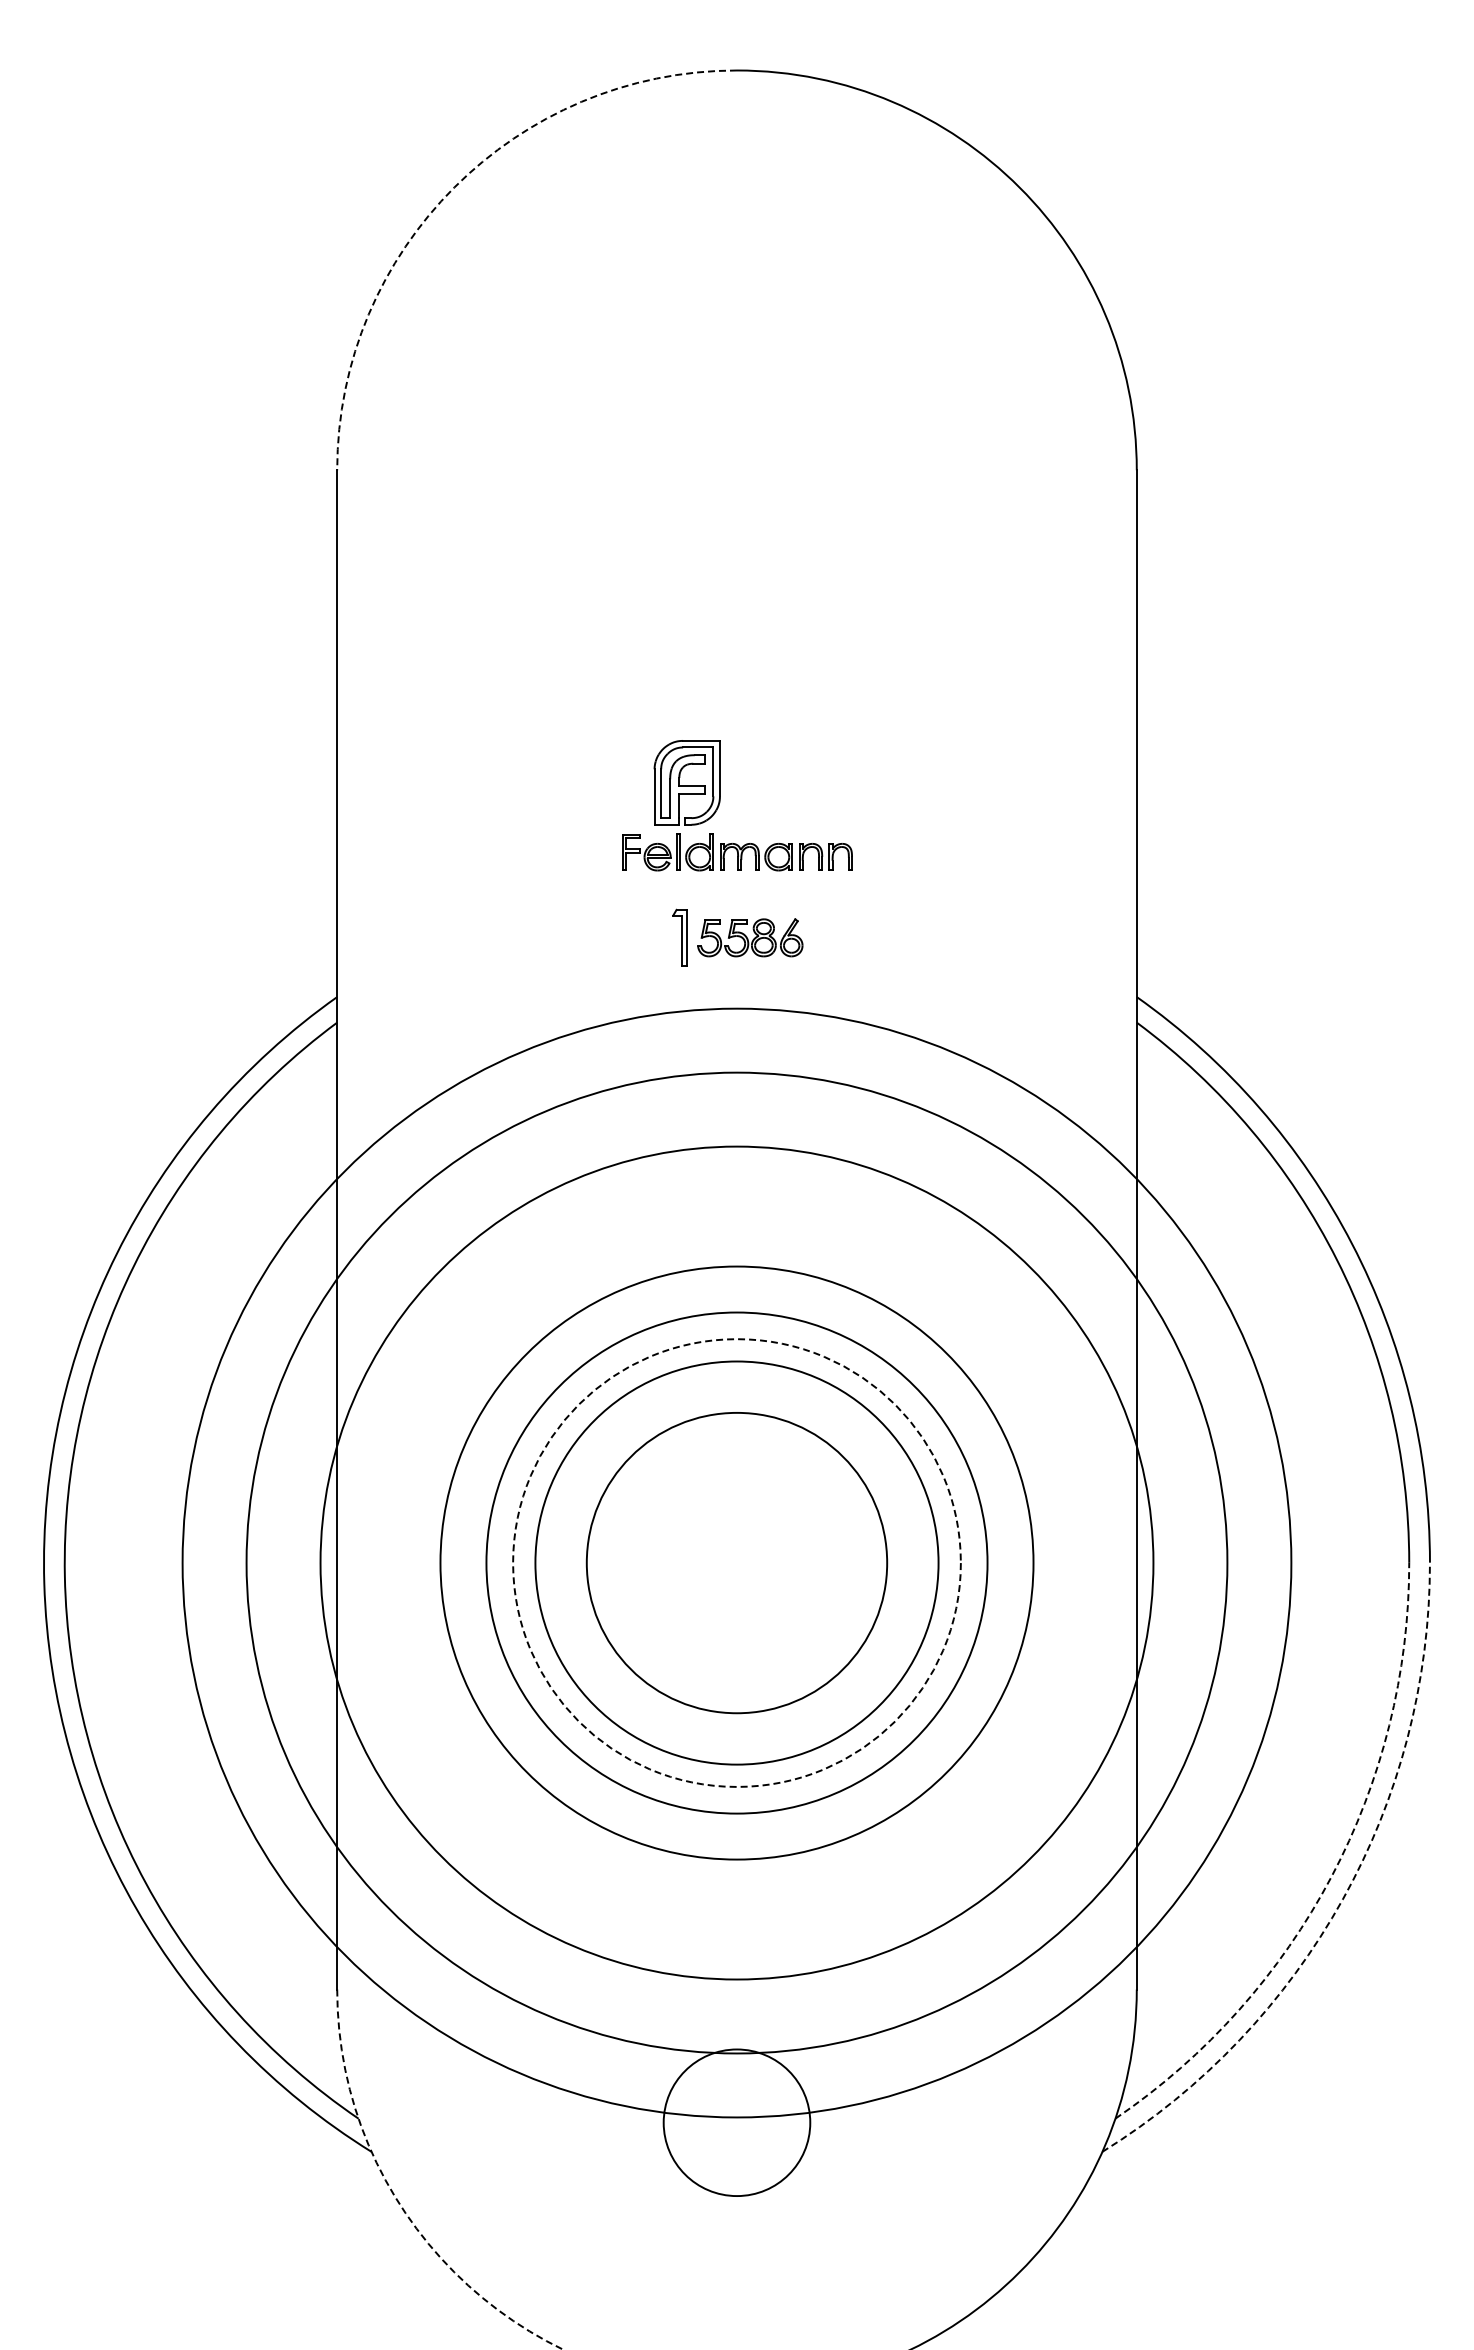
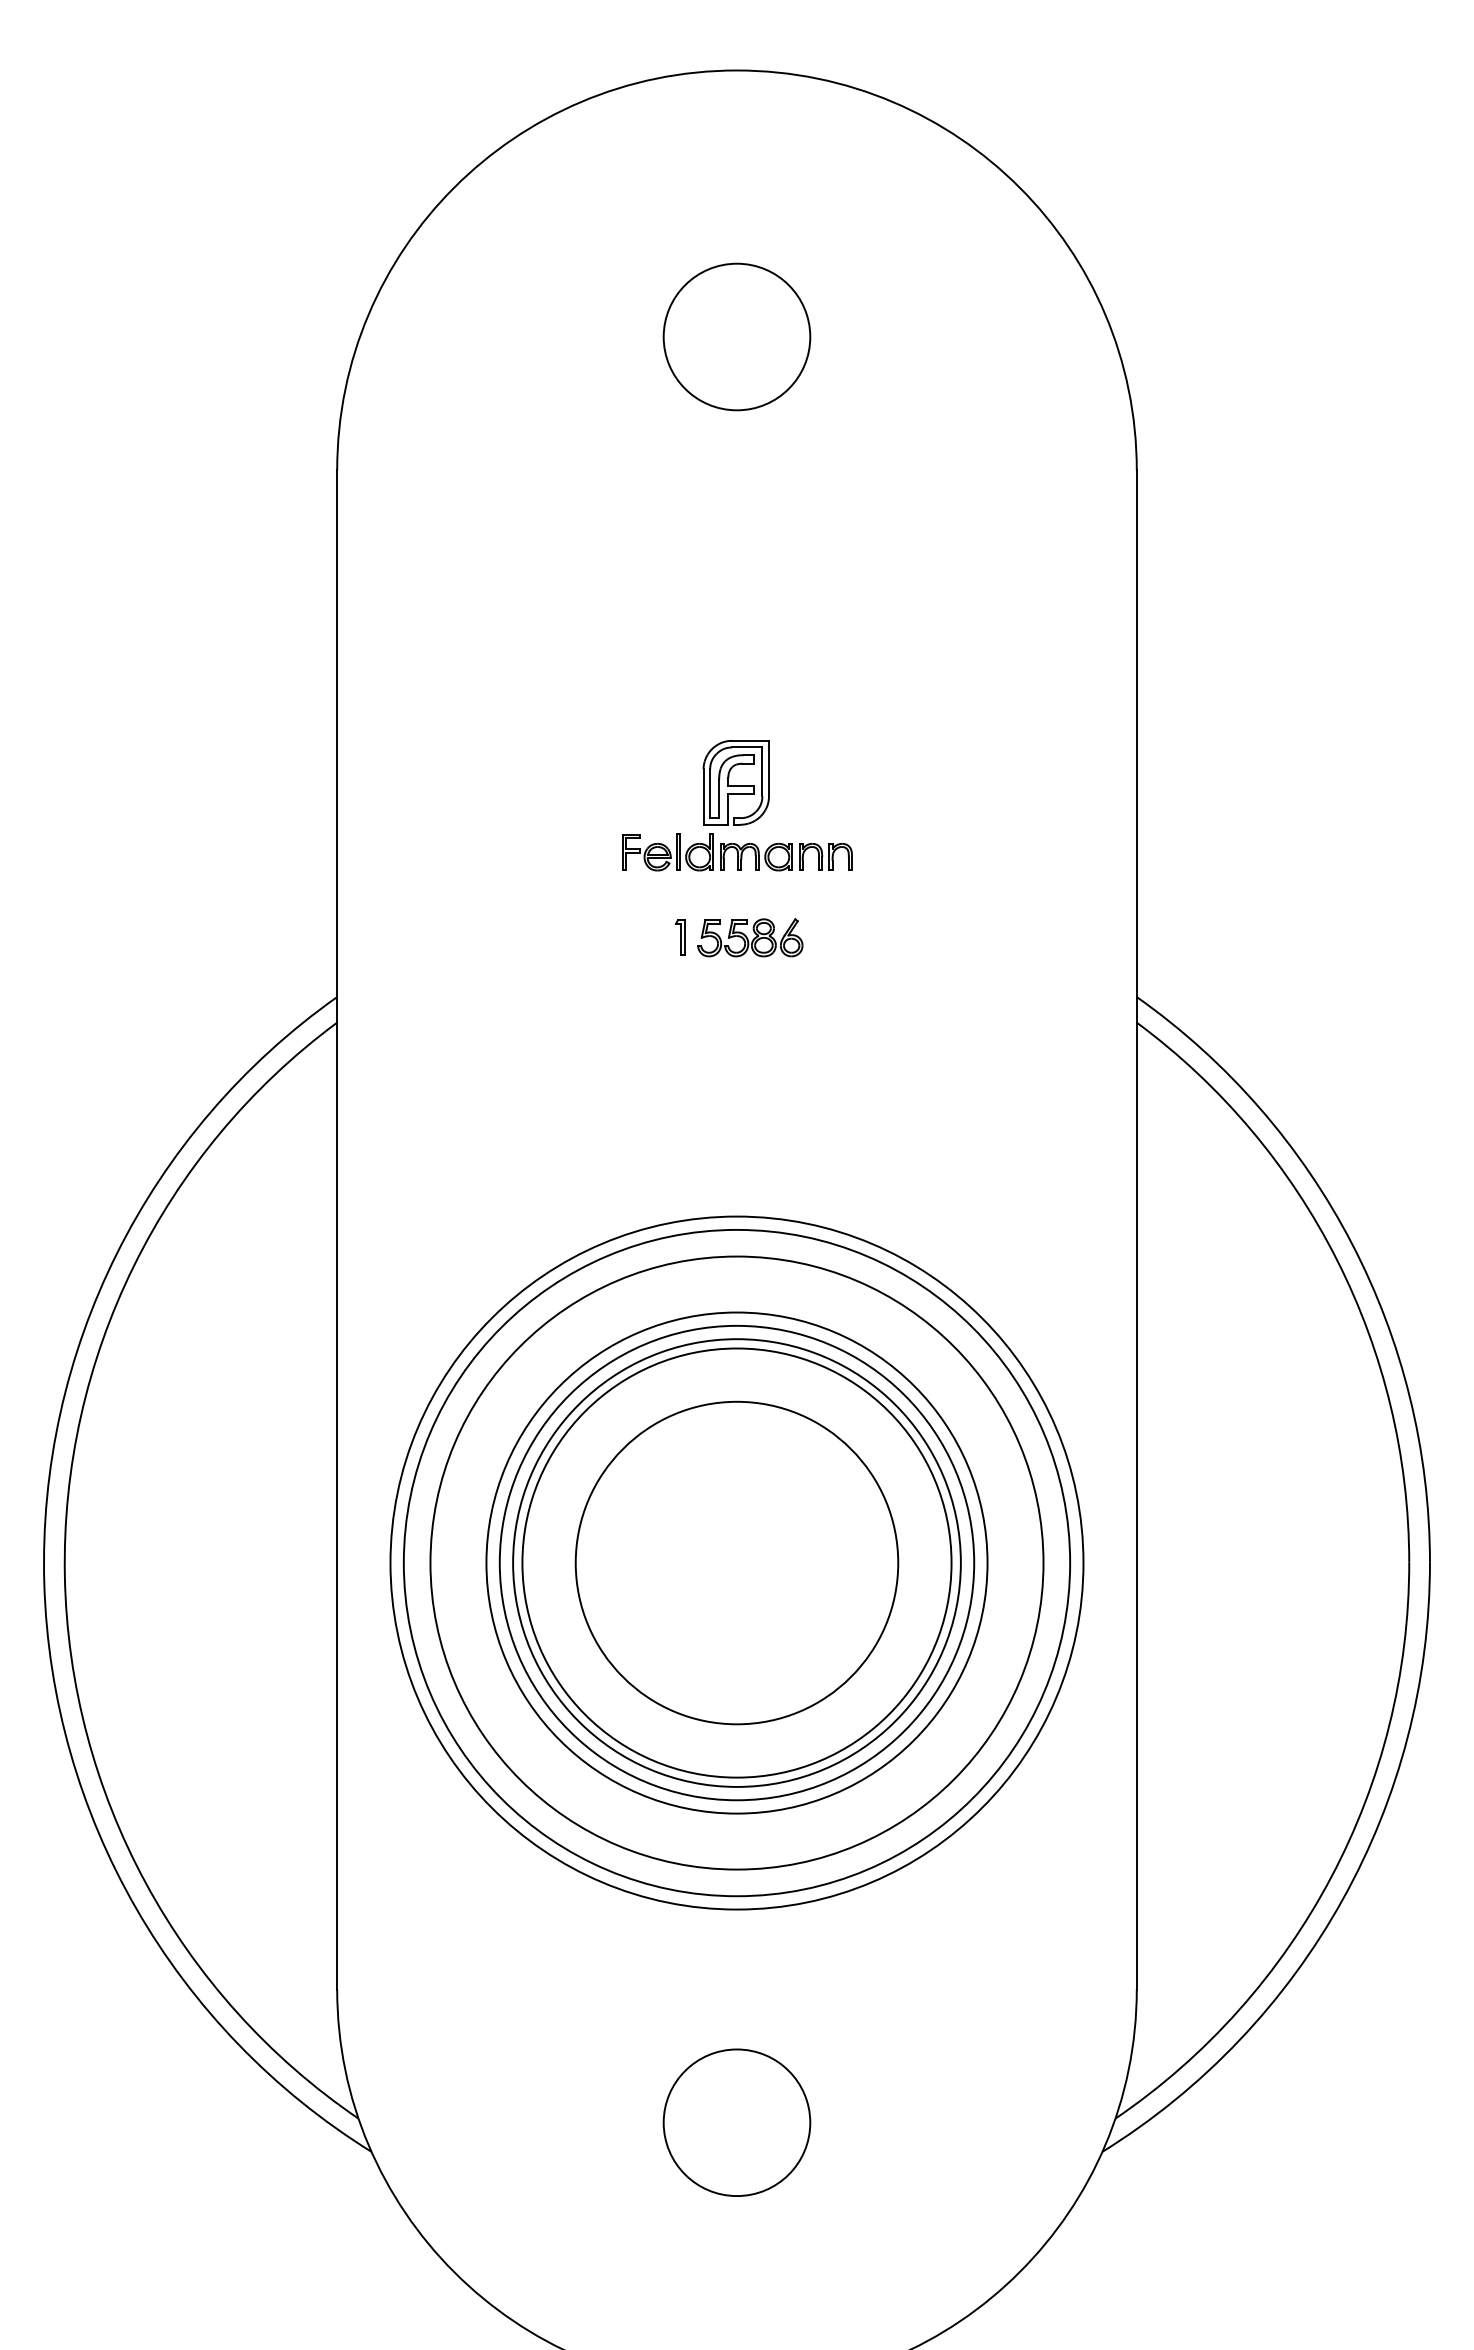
arc at (454, 187): dashed -> solid
circle at (736, 336): none -> present
part at (686, 782) position: (686, 782) -> (735, 782)
part at (679, 937) size: 16x59 px -> 11x37 px
circle at (736, 1562) diameter: 1109 px -> 693 px
circle at (736, 1562) diameter: 300 px -> 429 px
circle at (736, 1562) diameter: 403 px -> 323 px
circle at (736, 1562) diameter: 593 px -> 474 px
circle at (736, 1562) diameter: 833 px -> 666 px
circle at (736, 1562) diameter: 981 px -> 613 px
circle at (736, 1562): dashed -> solid
arc at (1331, 1876): dashed -> solid
arc at (1342, 1899): dashed -> solid
arc at (399, 2204): dashed -> solid
